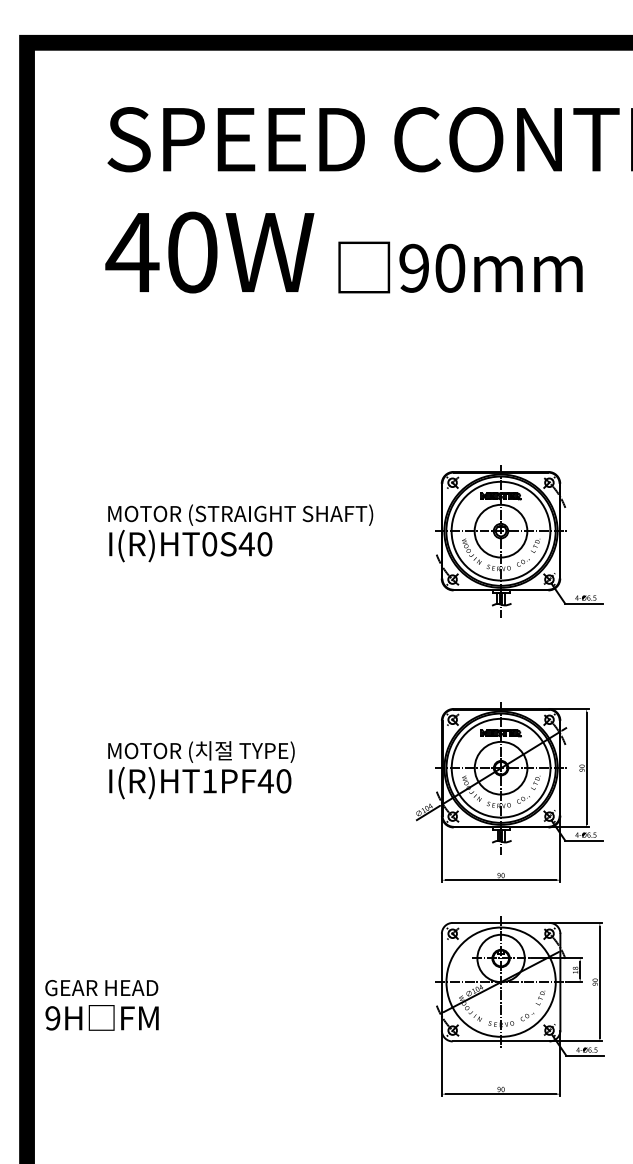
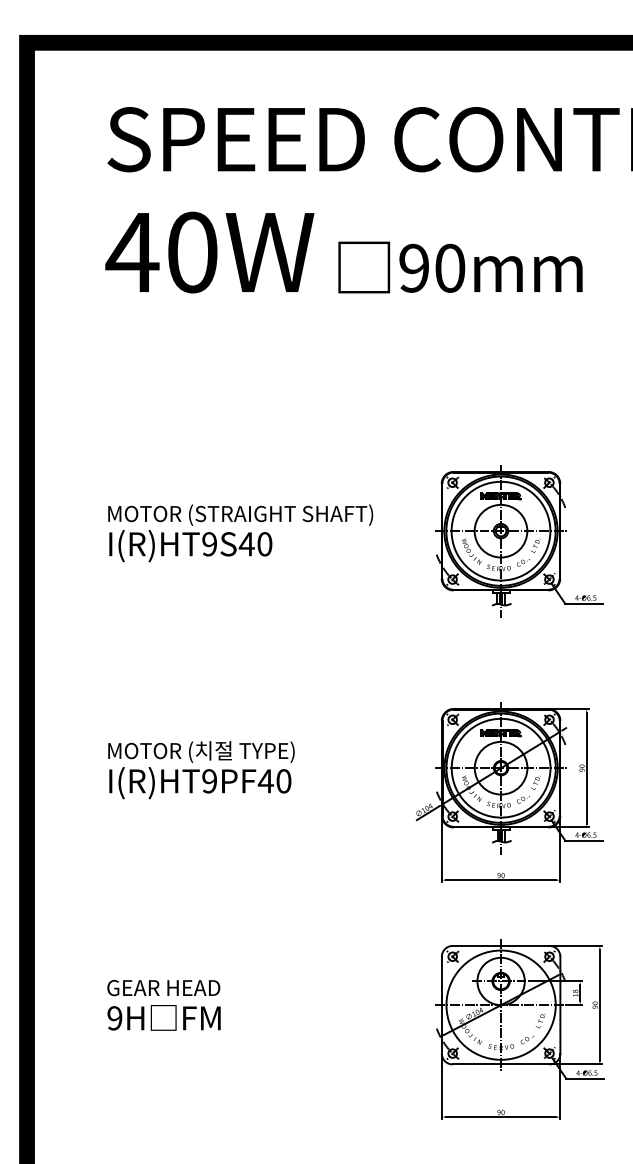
text at (209, 544): I(R)HT0S40 -> I(R)HT9S40
text at (209, 781): I(R)HT1PF40 -> I(R)HT9PF40
text at (101, 1005) position: (101, 1005) -> (163, 1005)
part at (519, 1006) position: (519, 1006) -> (519, 1029)
